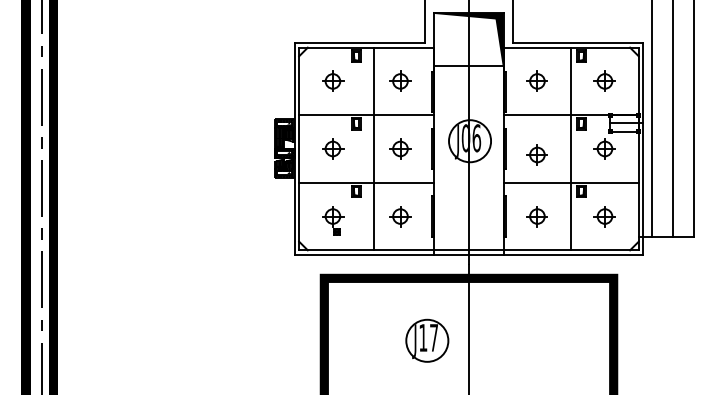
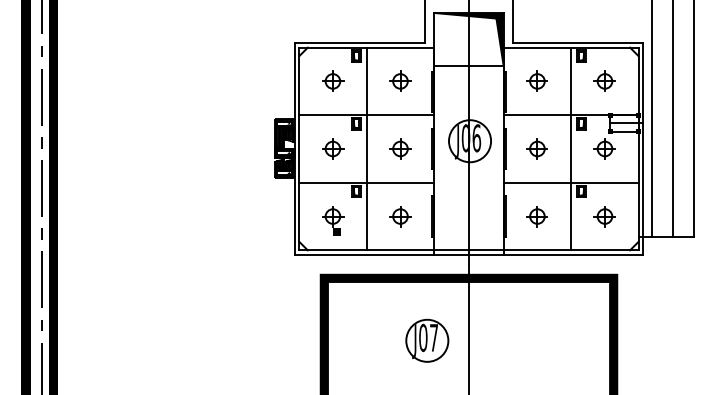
line at (373, 148) position: (373, 148) -> (366, 148)
part at (536, 154) position: (536, 154) -> (536, 148)
text at (423, 337): J17 -> J07
